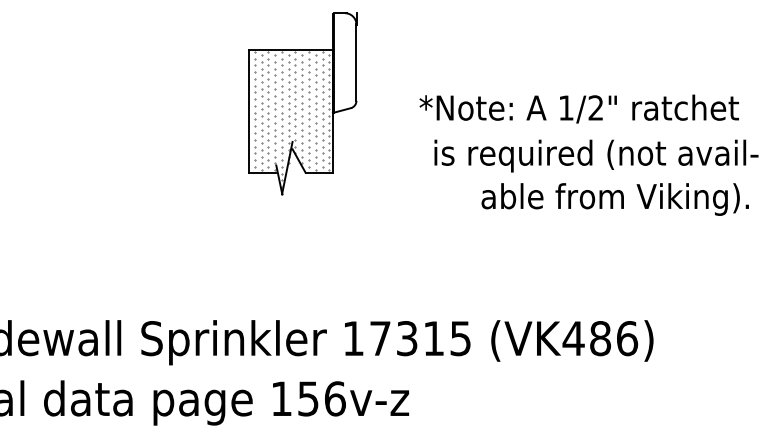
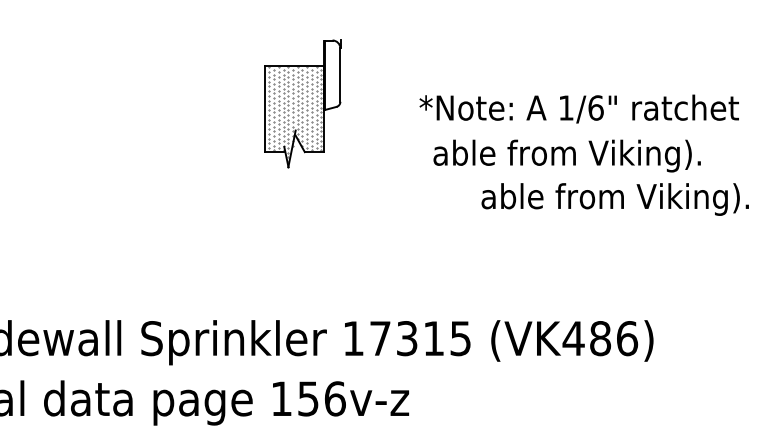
part at (302, 103) size: 110x184 px -> 78x130 px
text at (595, 107): 1/2" -> 1/6"
text at (595, 155): is required (not avail- -> able from Viking).
